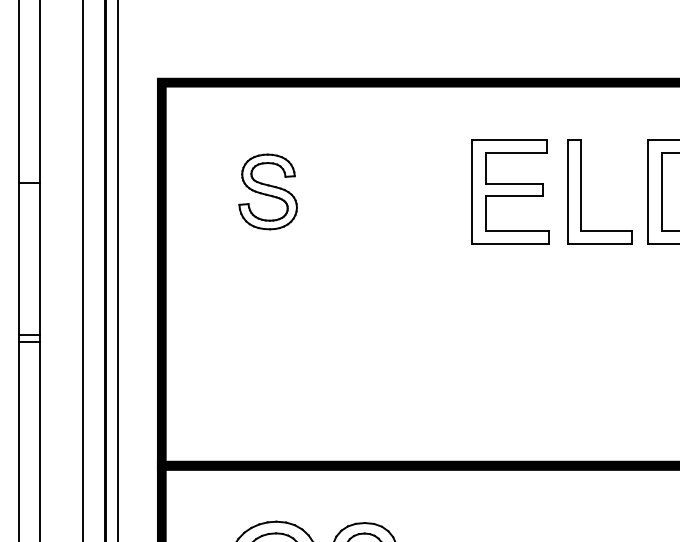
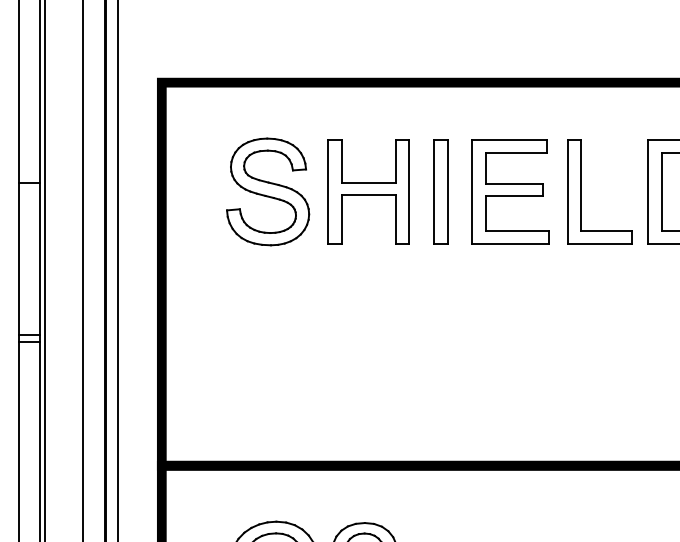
part at (267, 191) size: 60x78 px -> 85x110 px
part at (368, 191): none -> present
part at (440, 191): none -> present
line at (44, 270): none -> present
